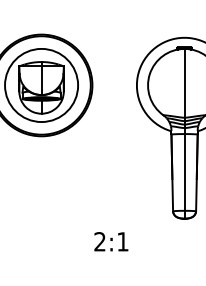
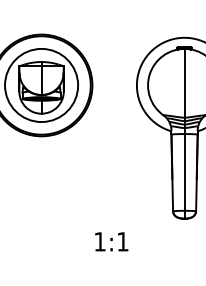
text at (99, 241): 2:1 -> 1:1
